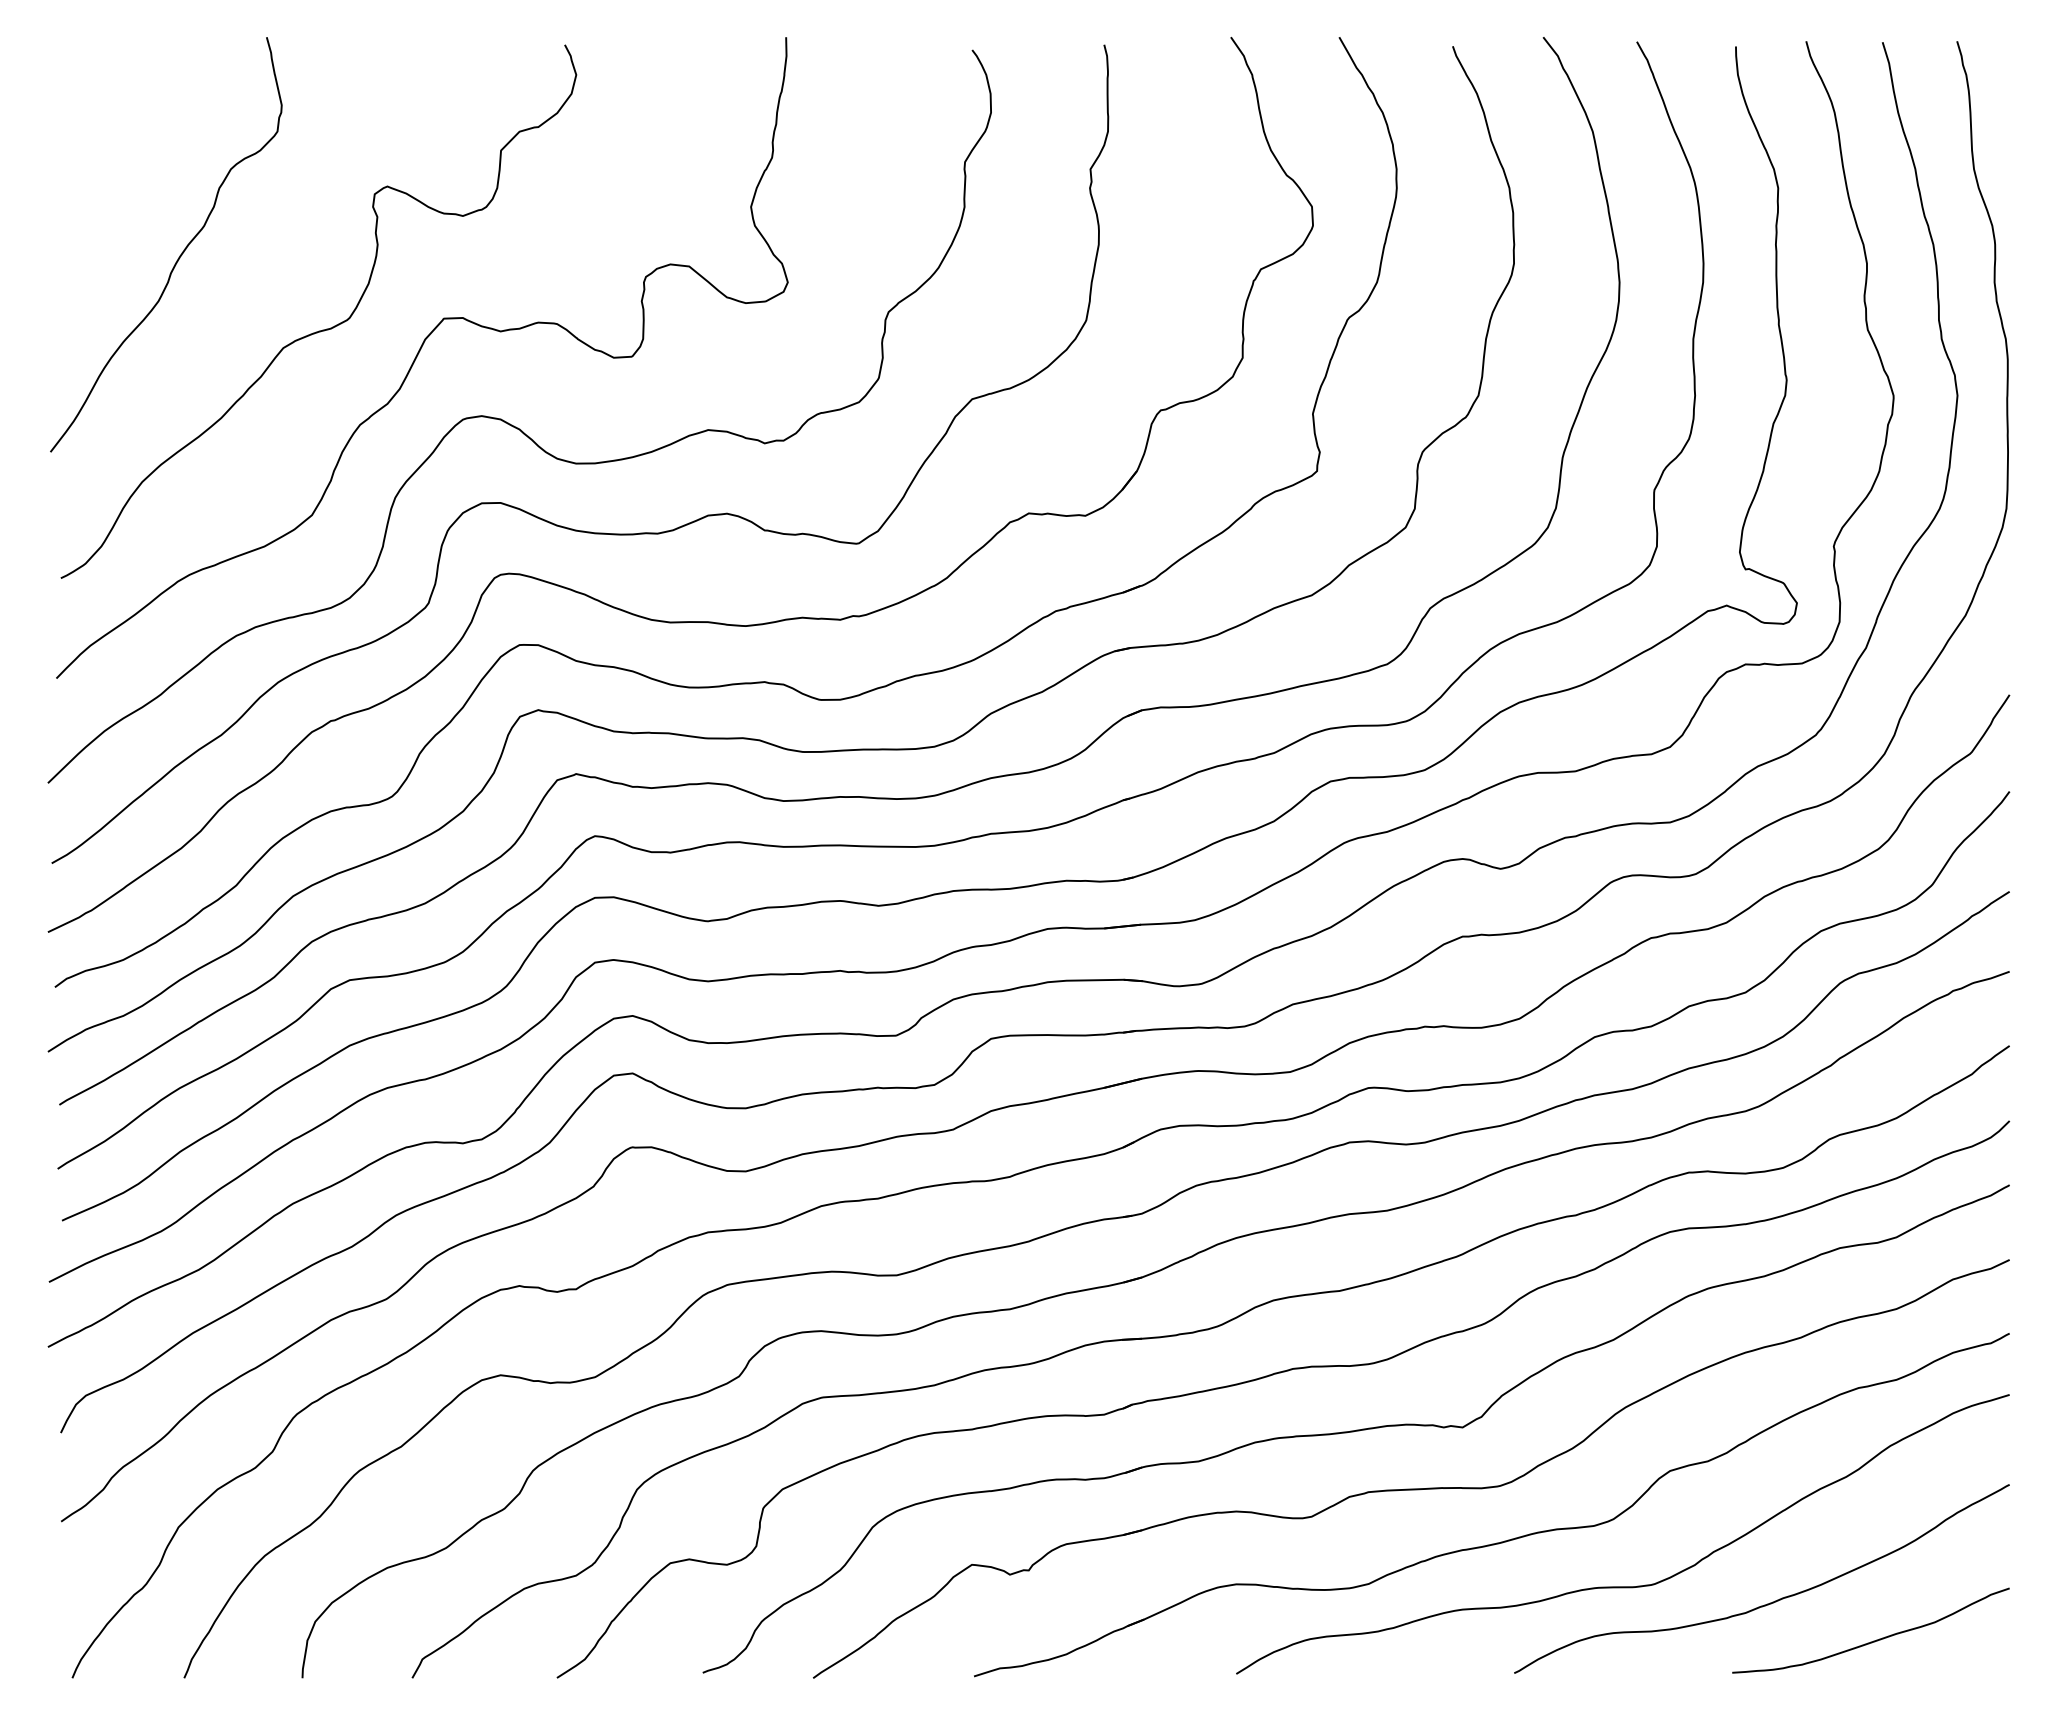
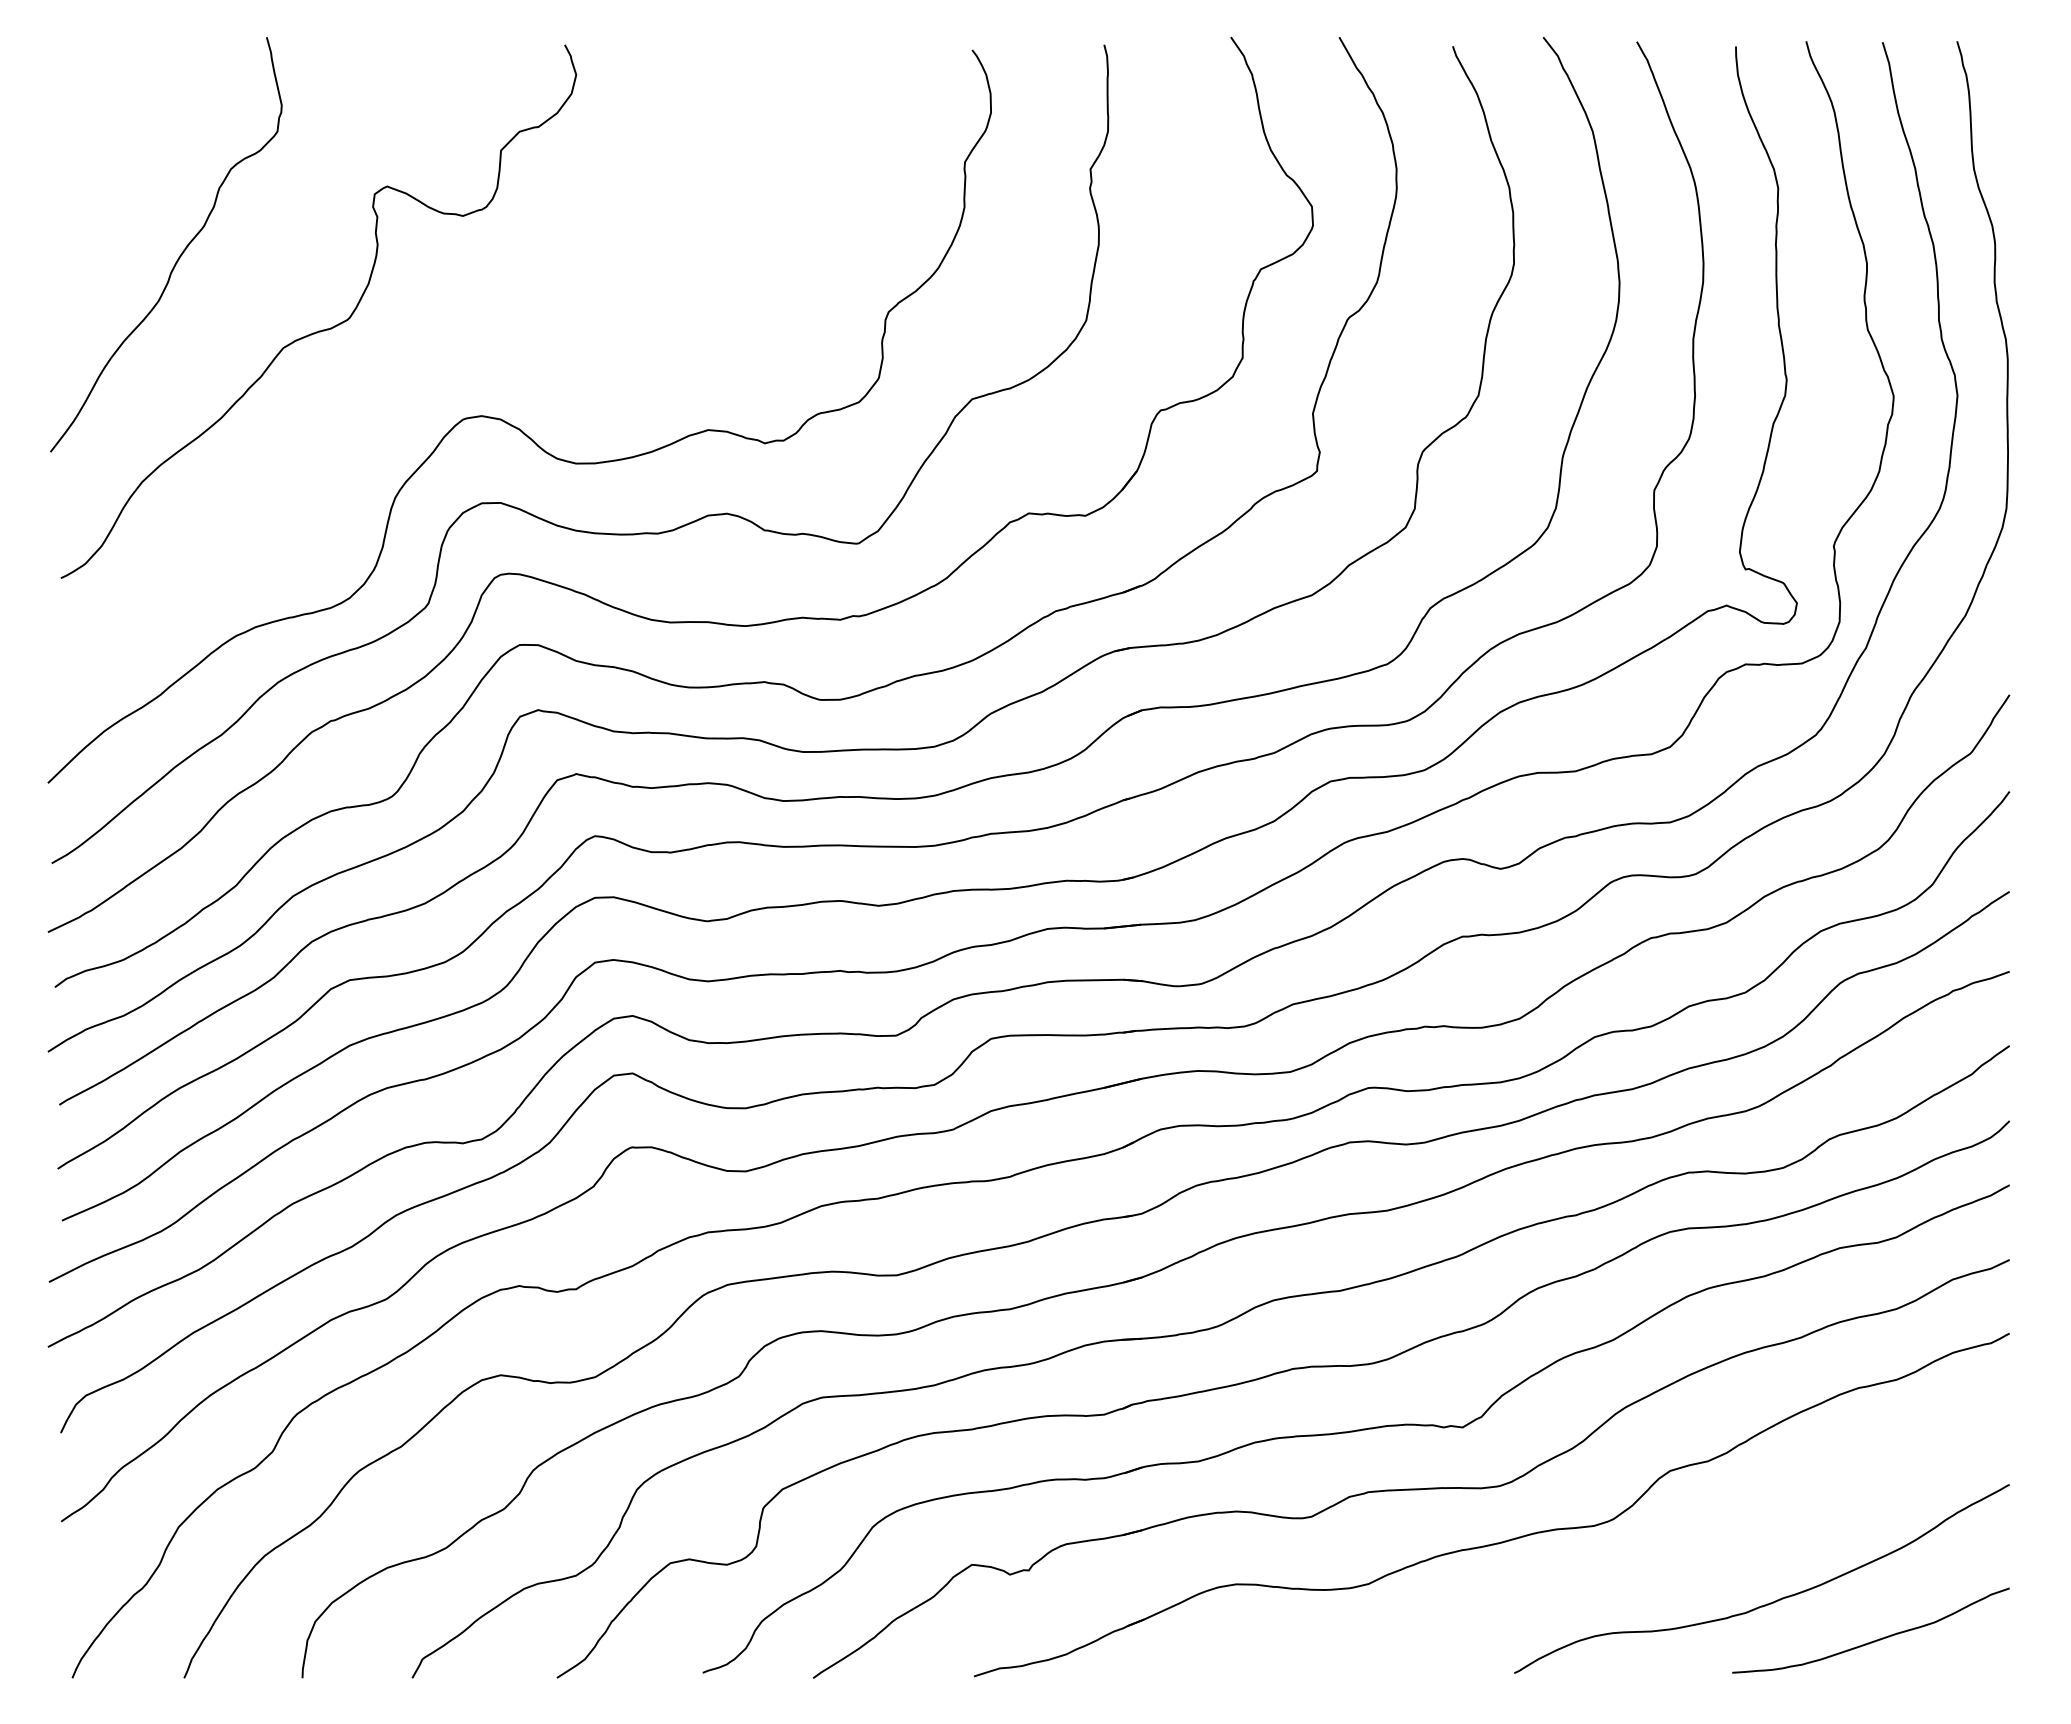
curve at (418, 355): present -> none
curve at (1622, 1586): present -> none
